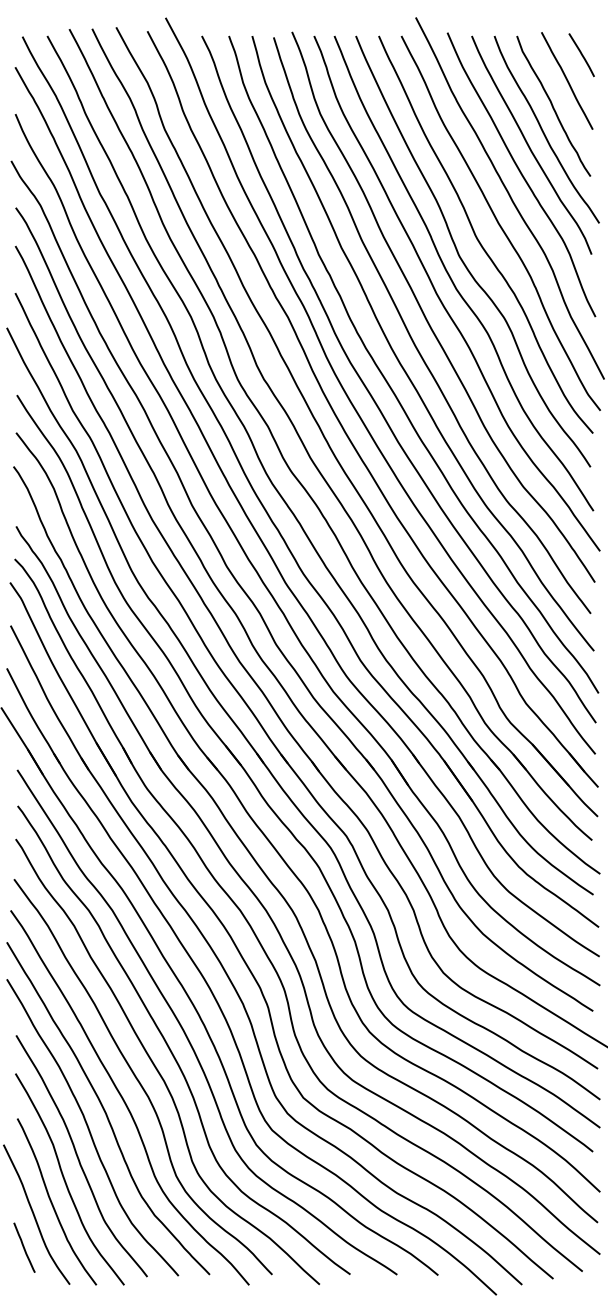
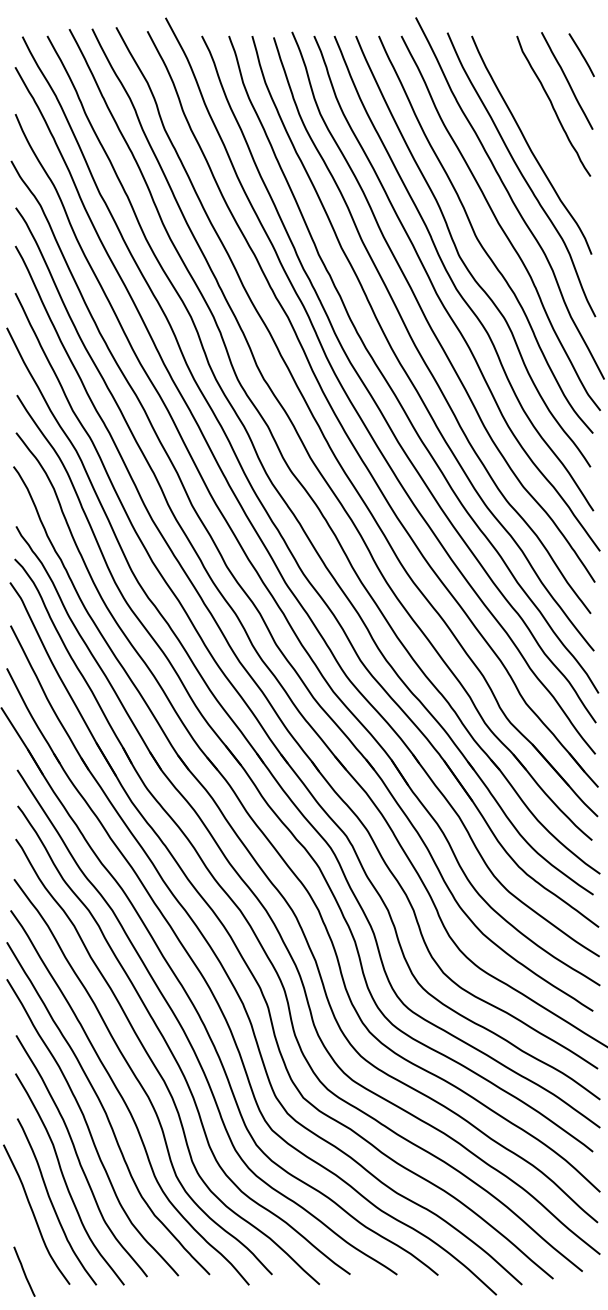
curve at (543, 130): present -> none
line at (24, 1247) position: (24, 1247) -> (24, 1271)
